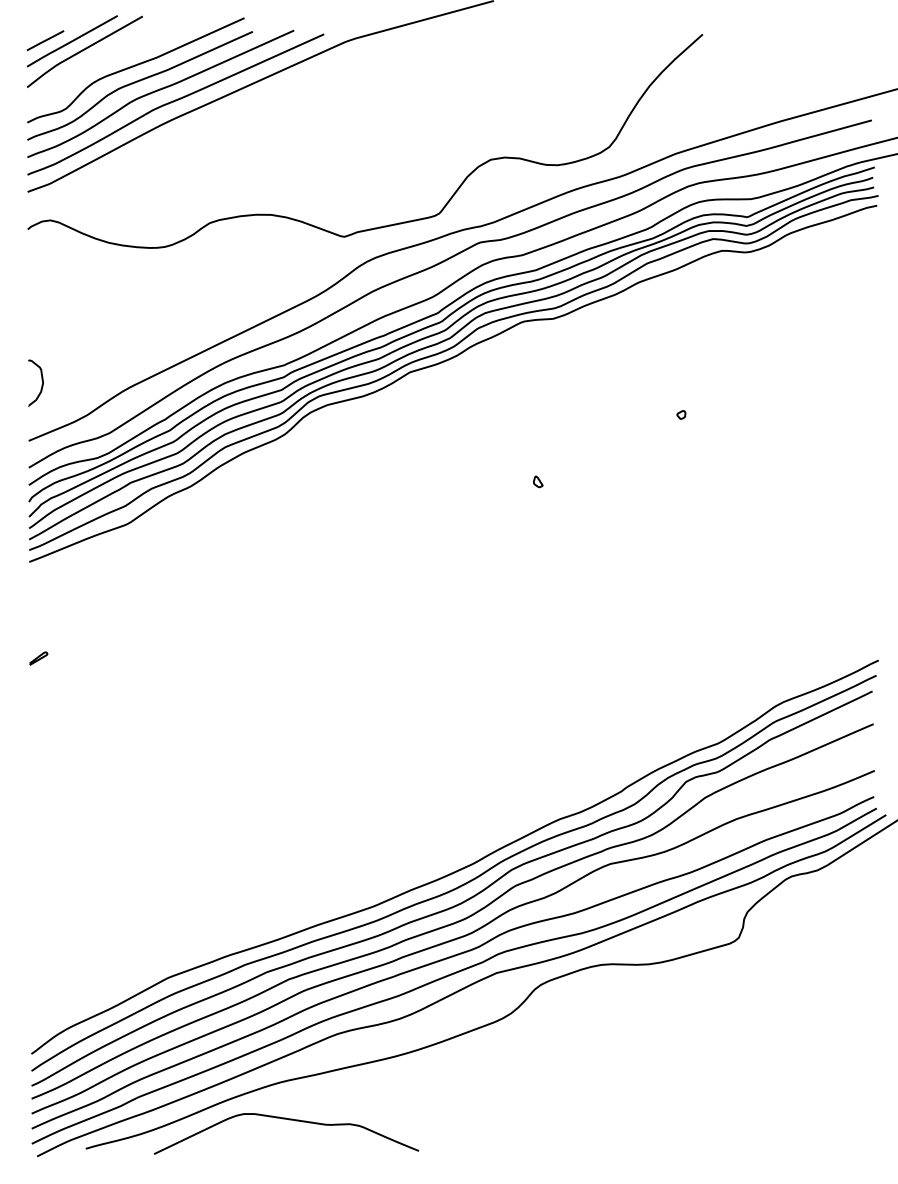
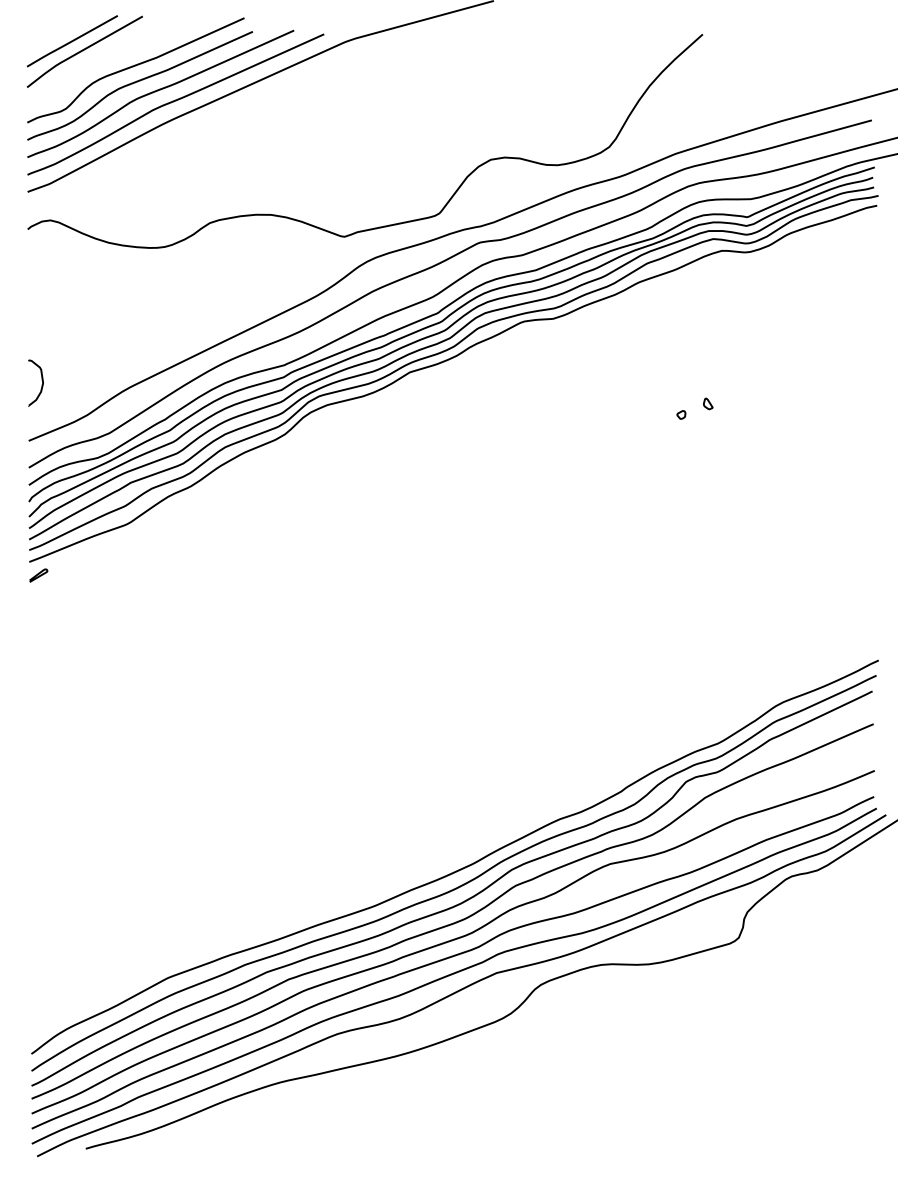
line at (45, 40): present -> none
part at (538, 481) position: (538, 481) -> (708, 403)
curve at (38, 658) position: (38, 658) -> (38, 575)
curve at (289, 1120): present -> none
